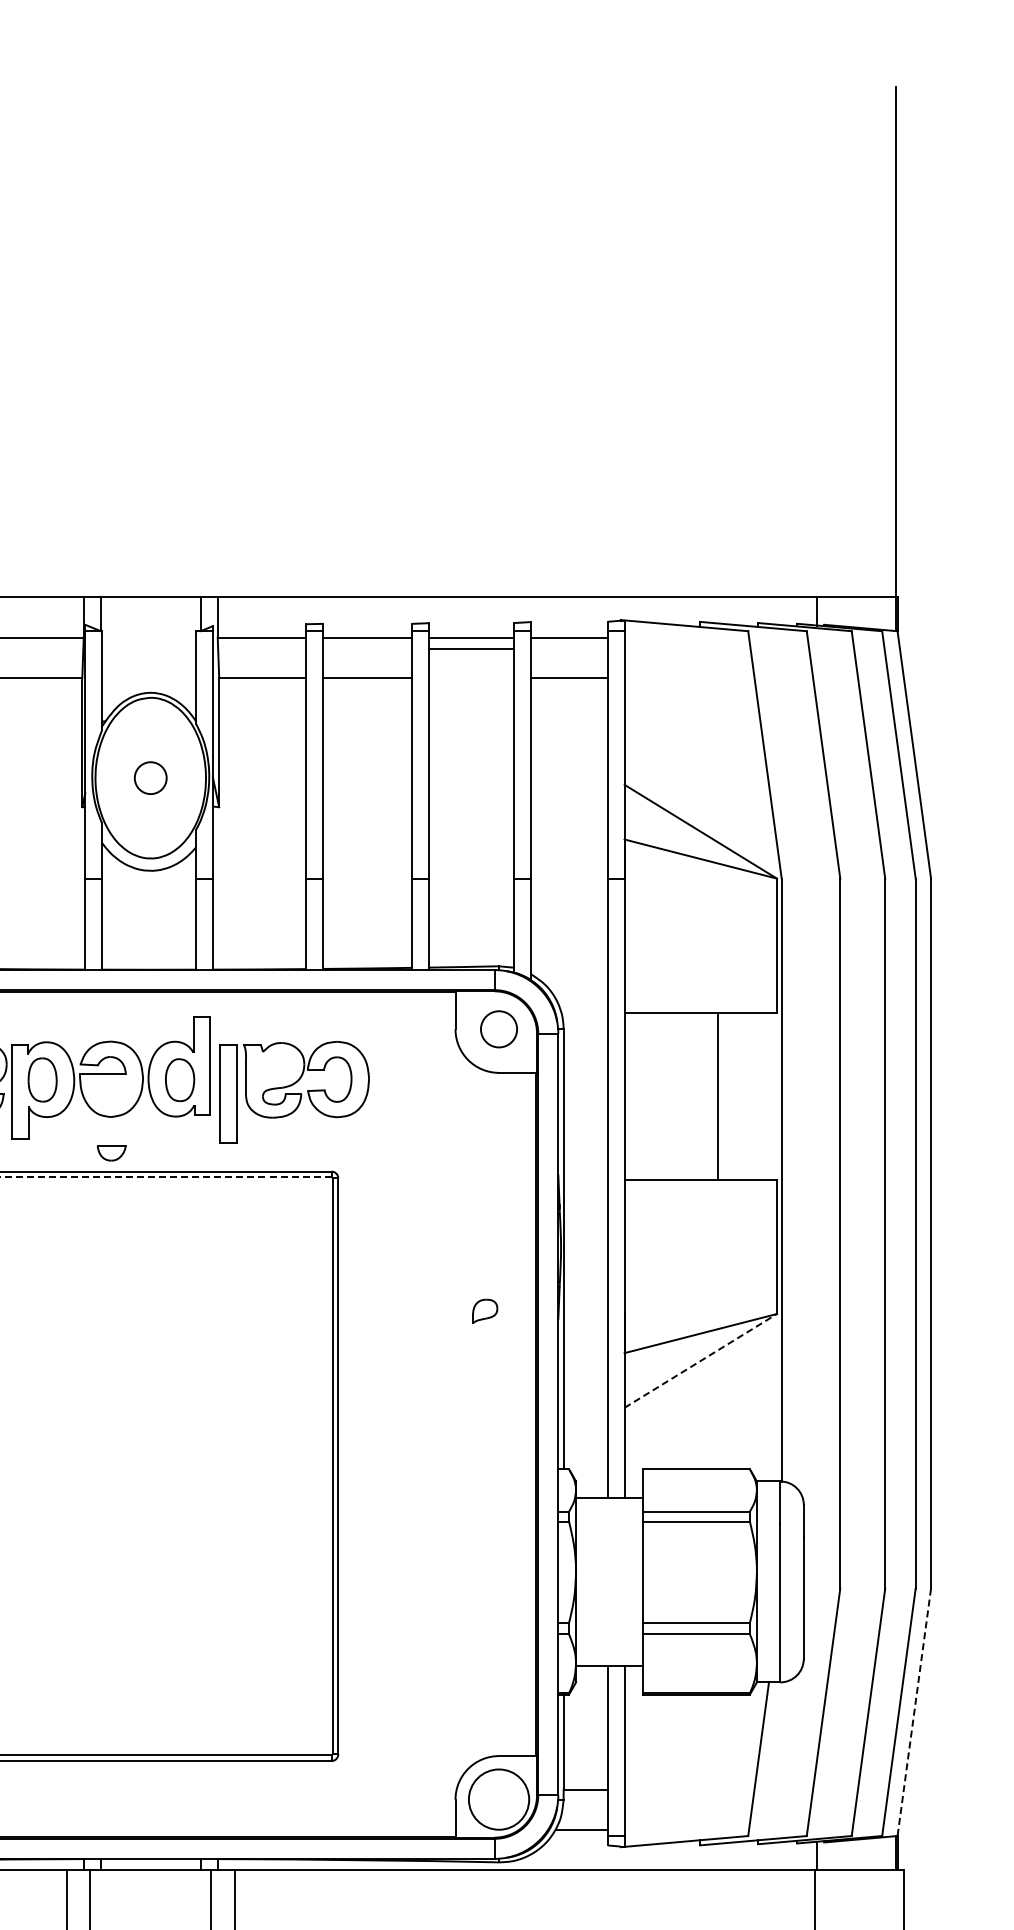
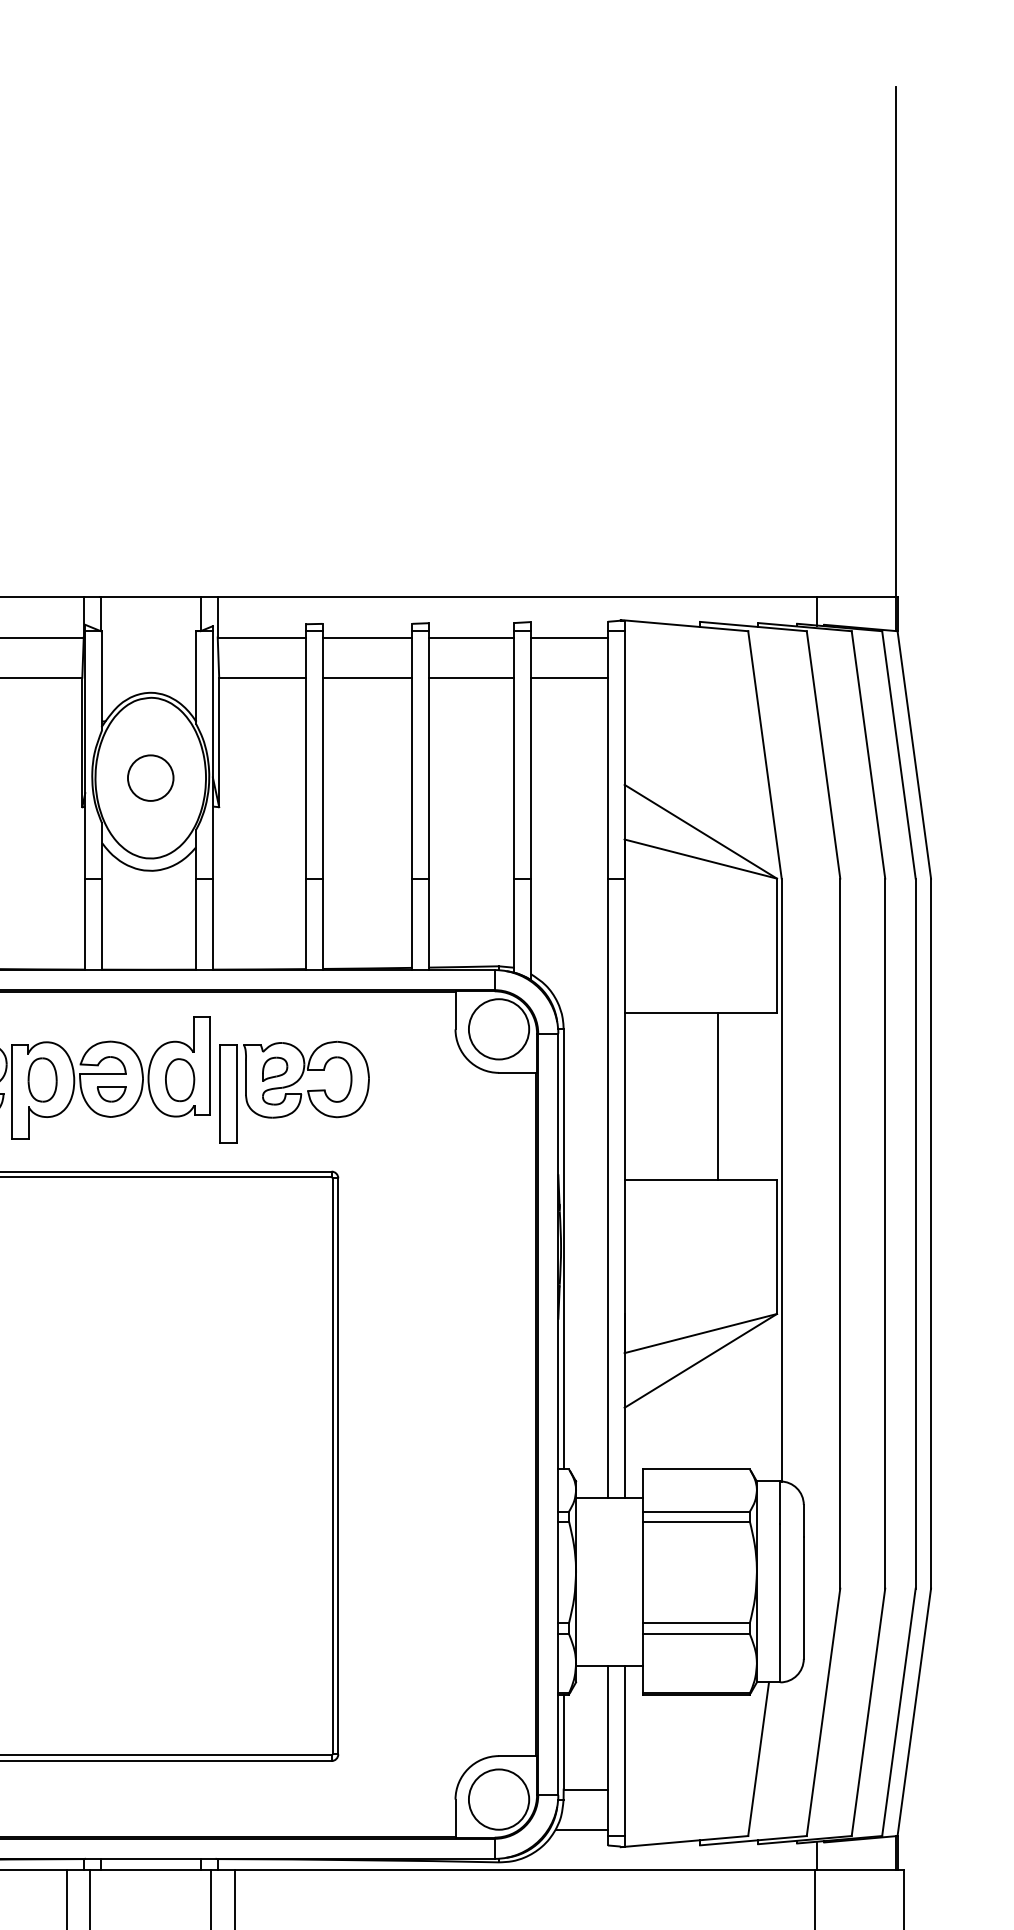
line at (471, 648) position: (471, 648) -> (471, 677)
circle at (150, 778) diameter: 32 px -> 46 px
circle at (498, 1029) diameter: 36 px -> 60 px
part at (111, 1153) position: (111, 1153) -> (111, 1094)
line at (165, 1177): dashed -> solid
part at (485, 1310) position: (485, 1310) -> (275, 1068)
line at (701, 1360): dashed -> solid
line at (914, 1712): dashed -> solid
